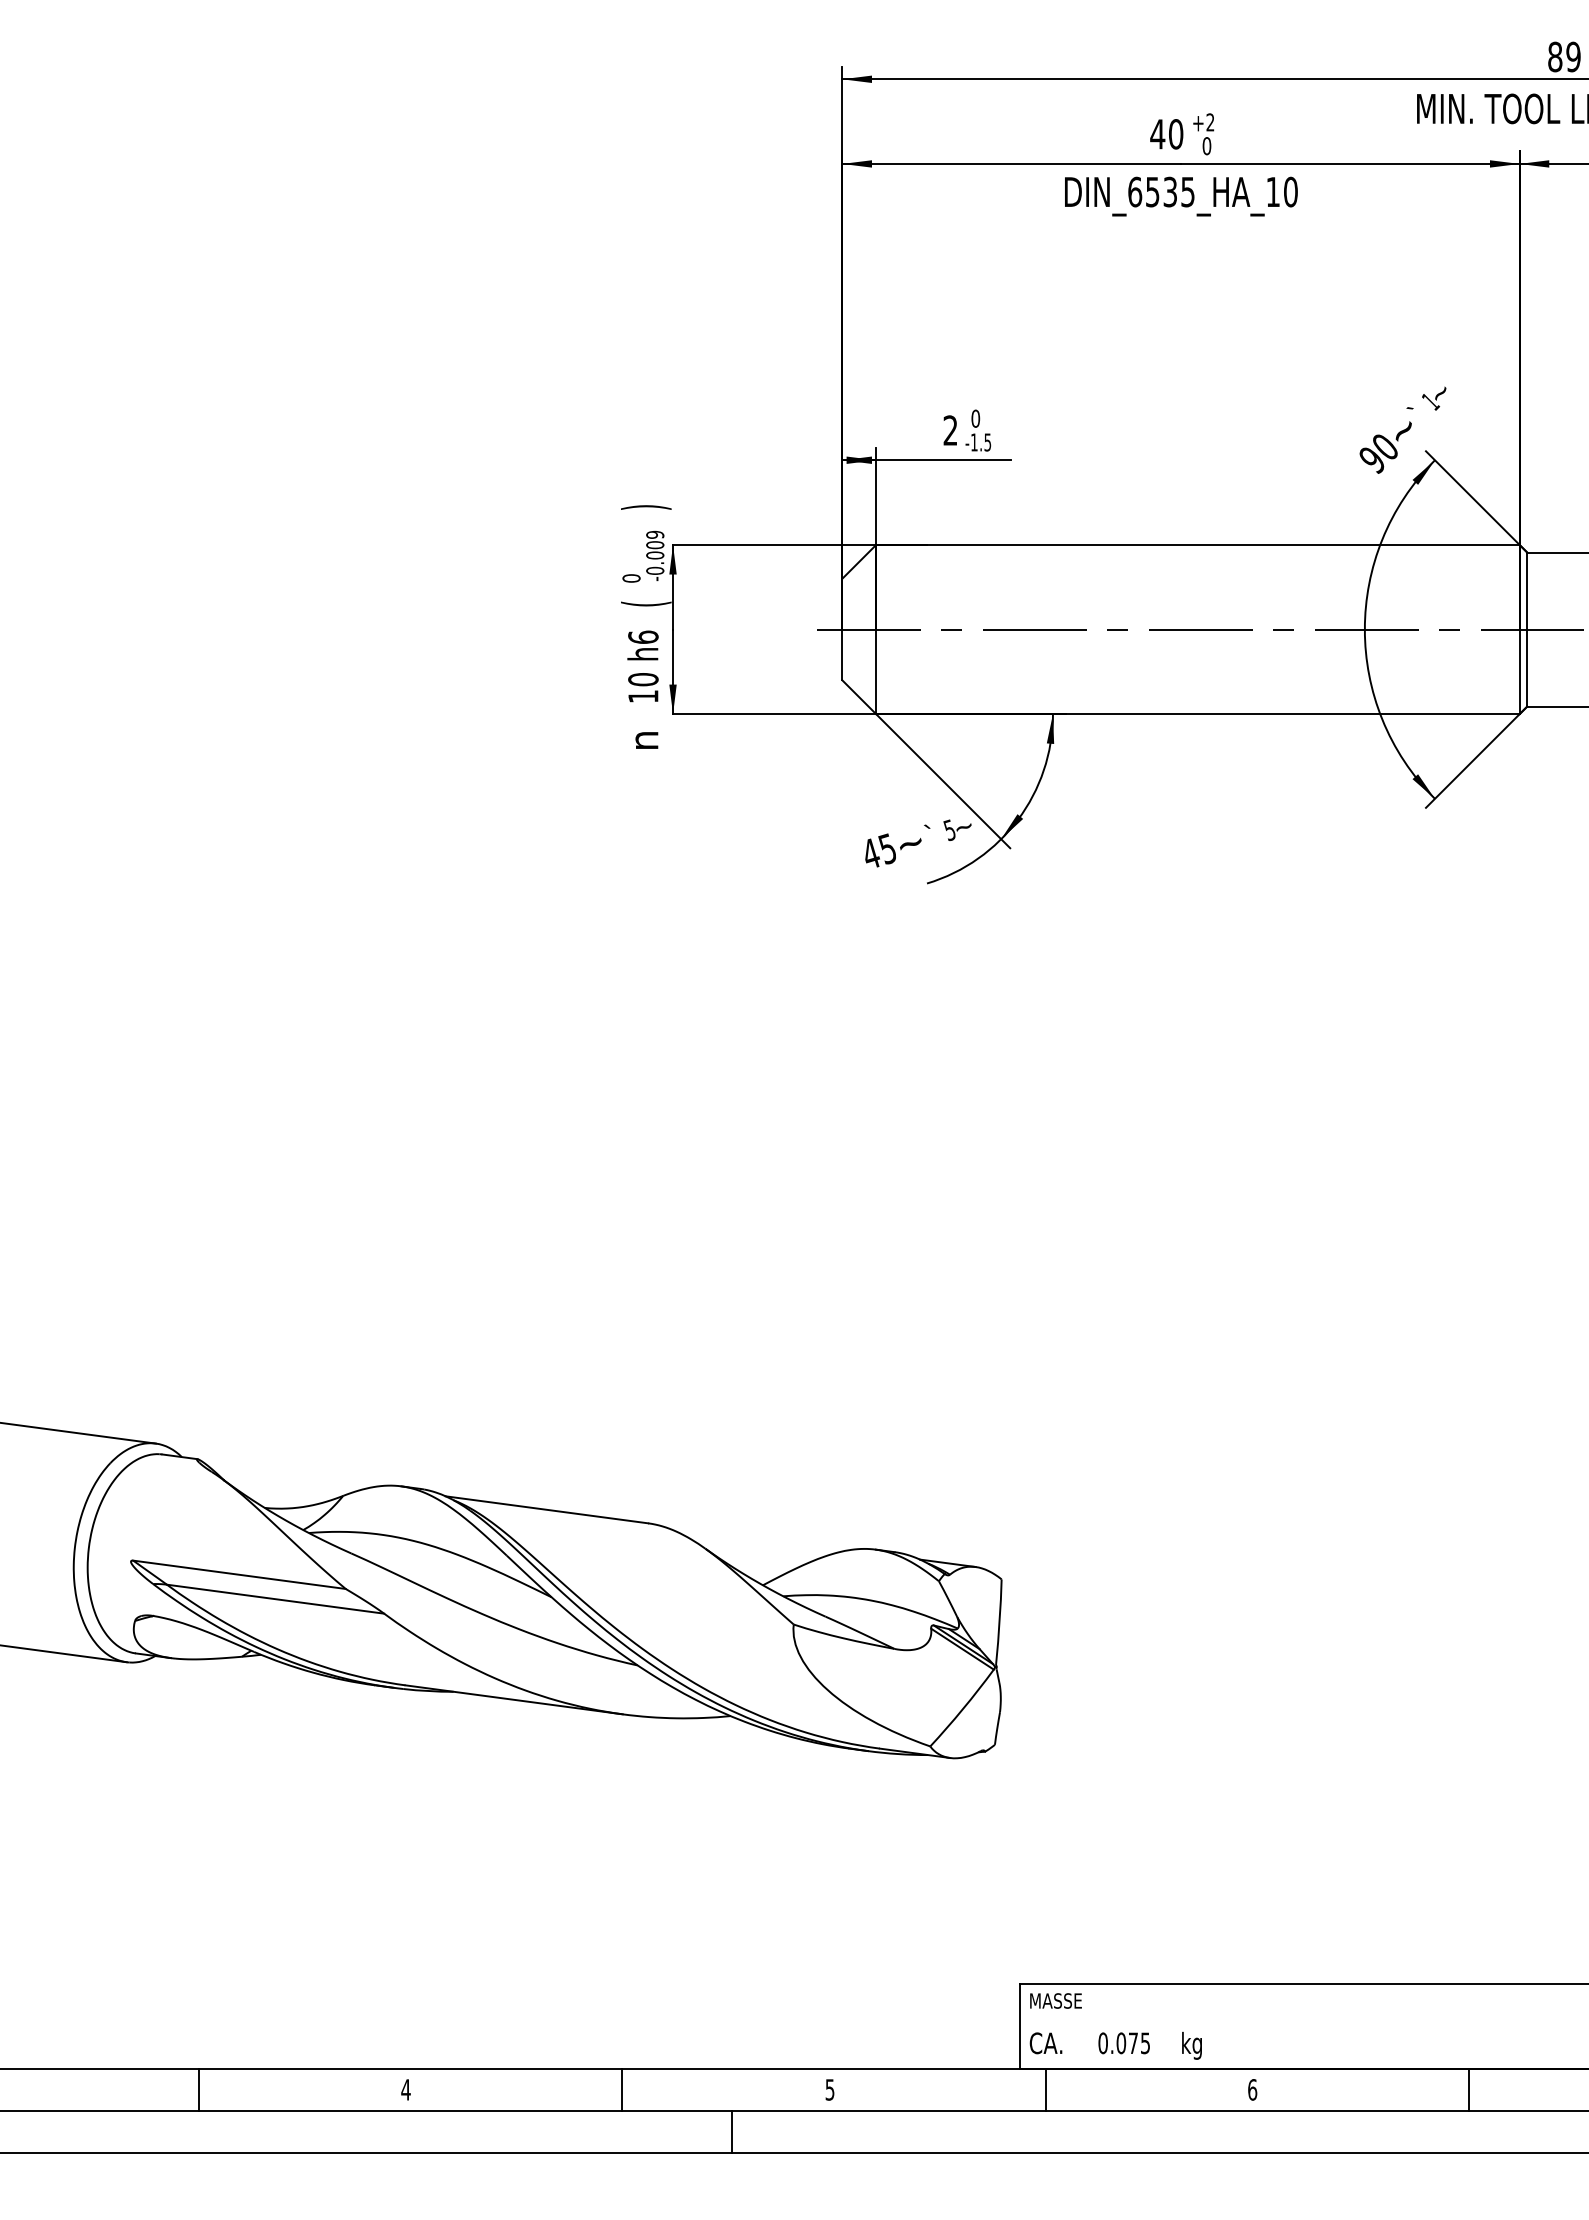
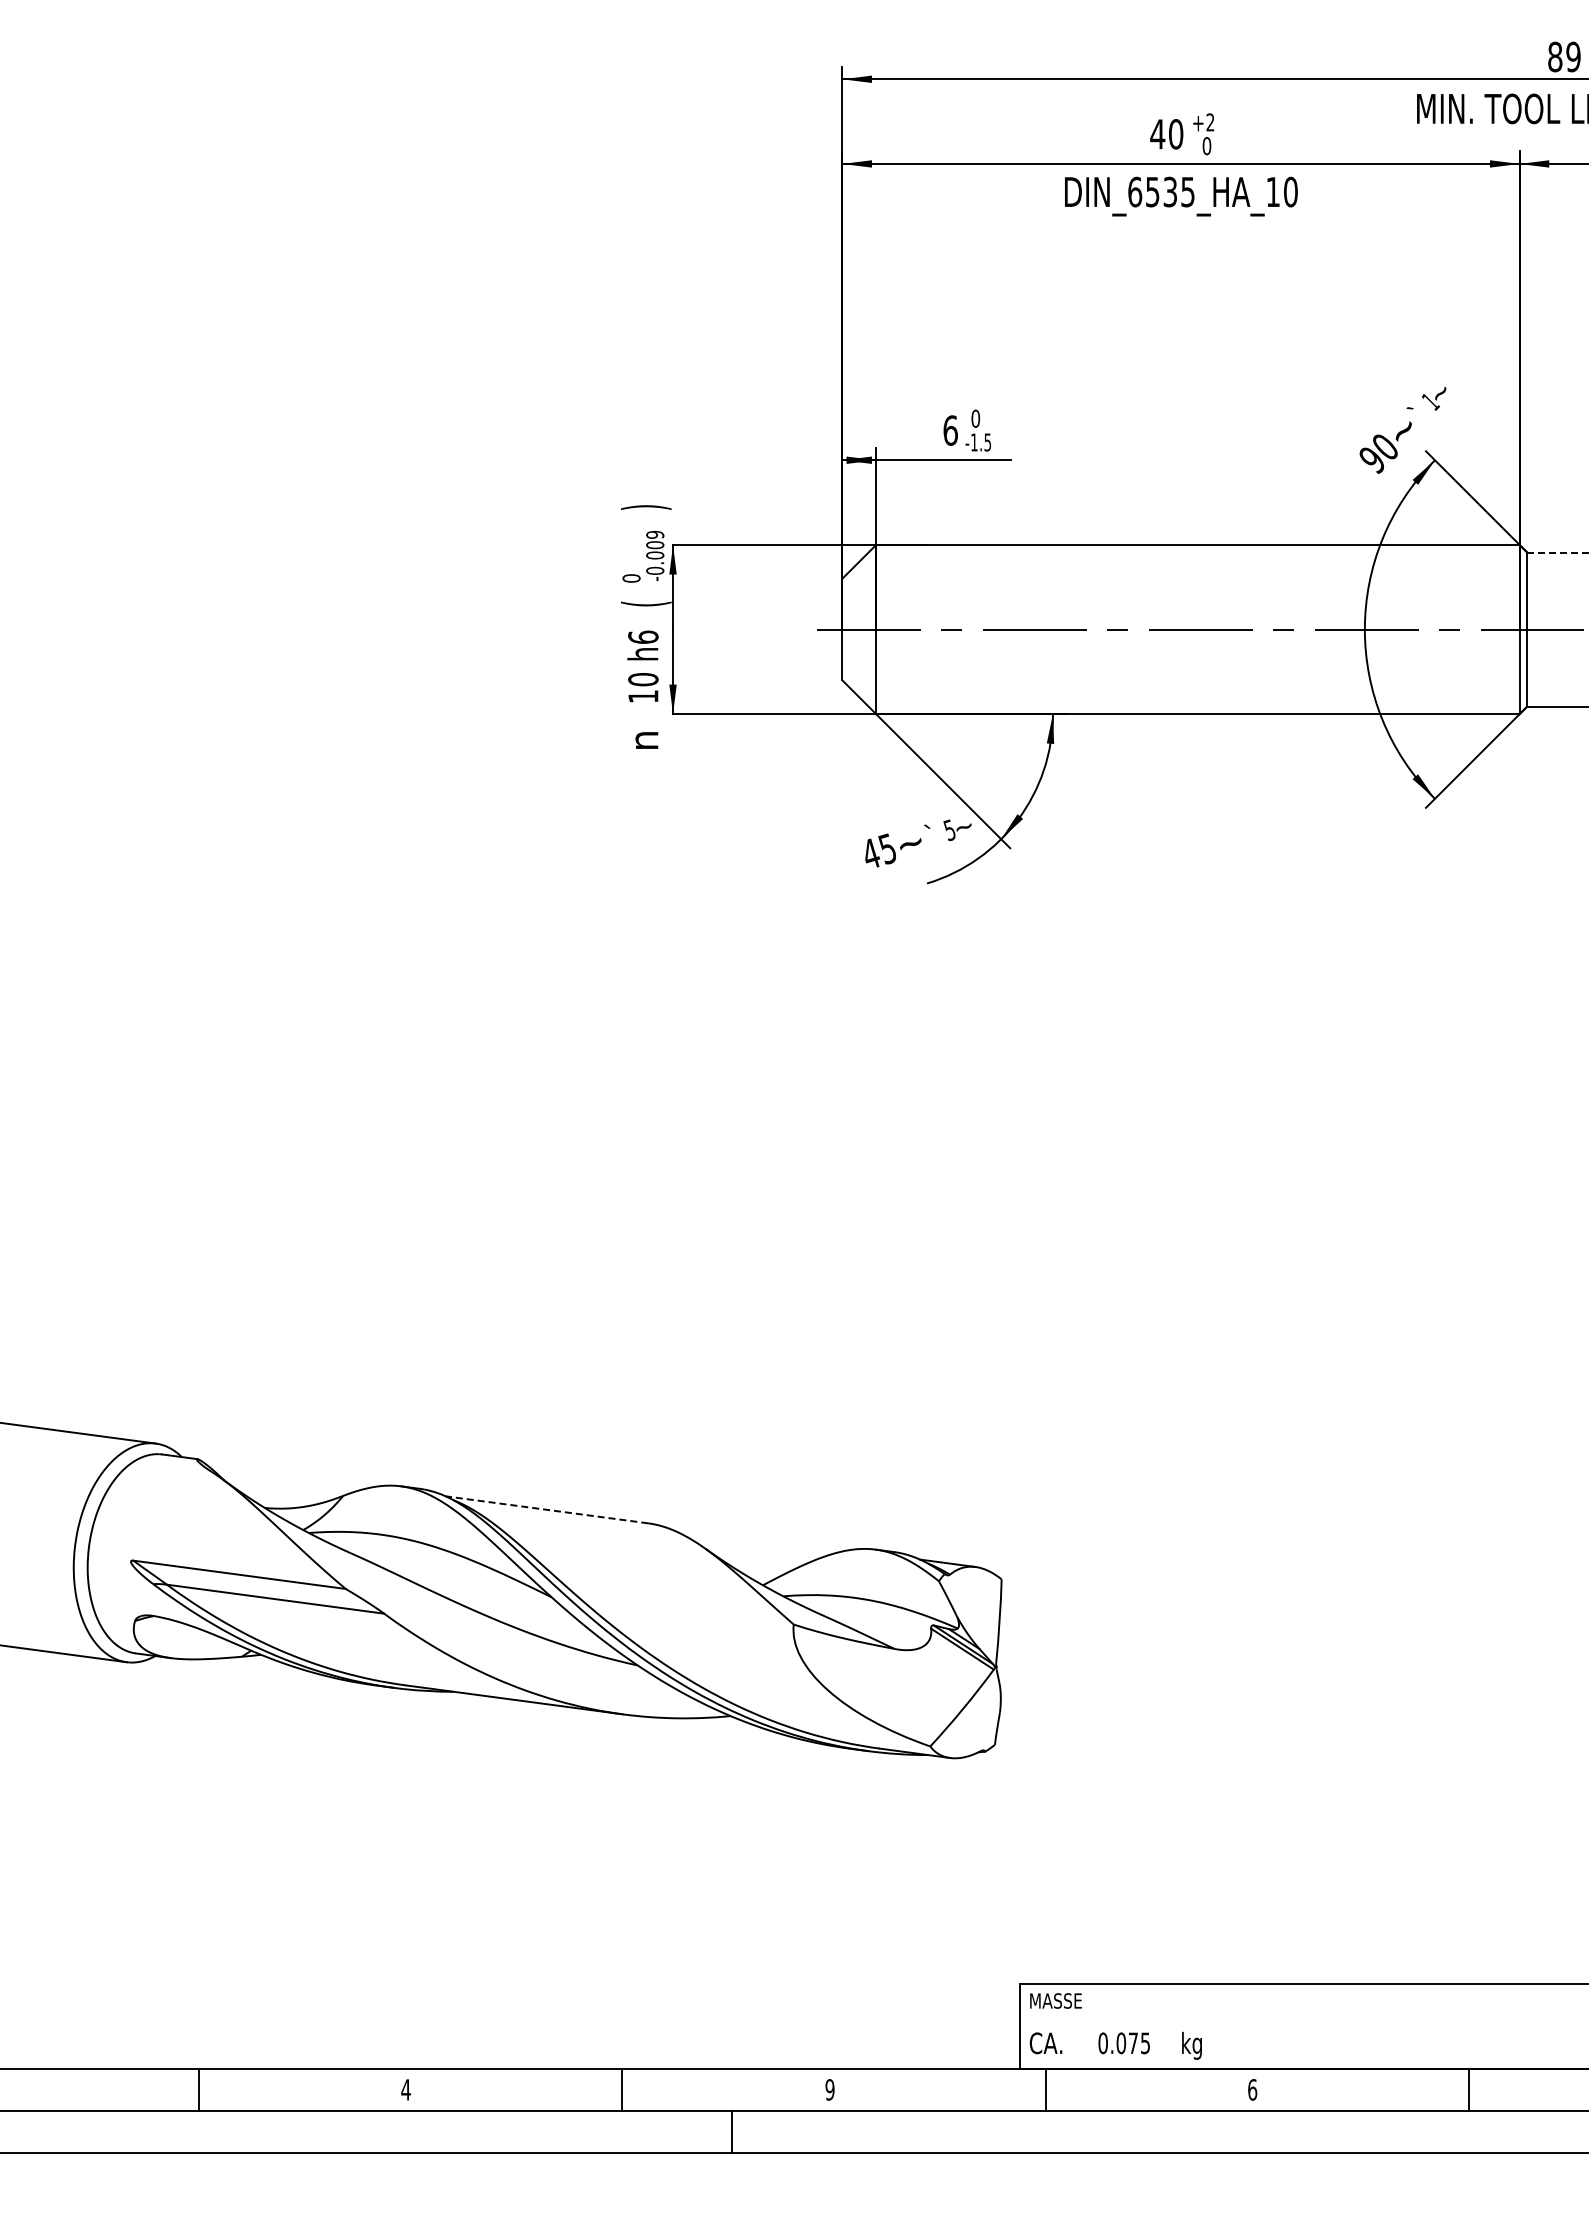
text at (950, 430): 2 -> 6
line at (1558, 552): solid -> dashed
line at (546, 1509): solid -> dashed
text at (829, 2089): 5 -> 9
